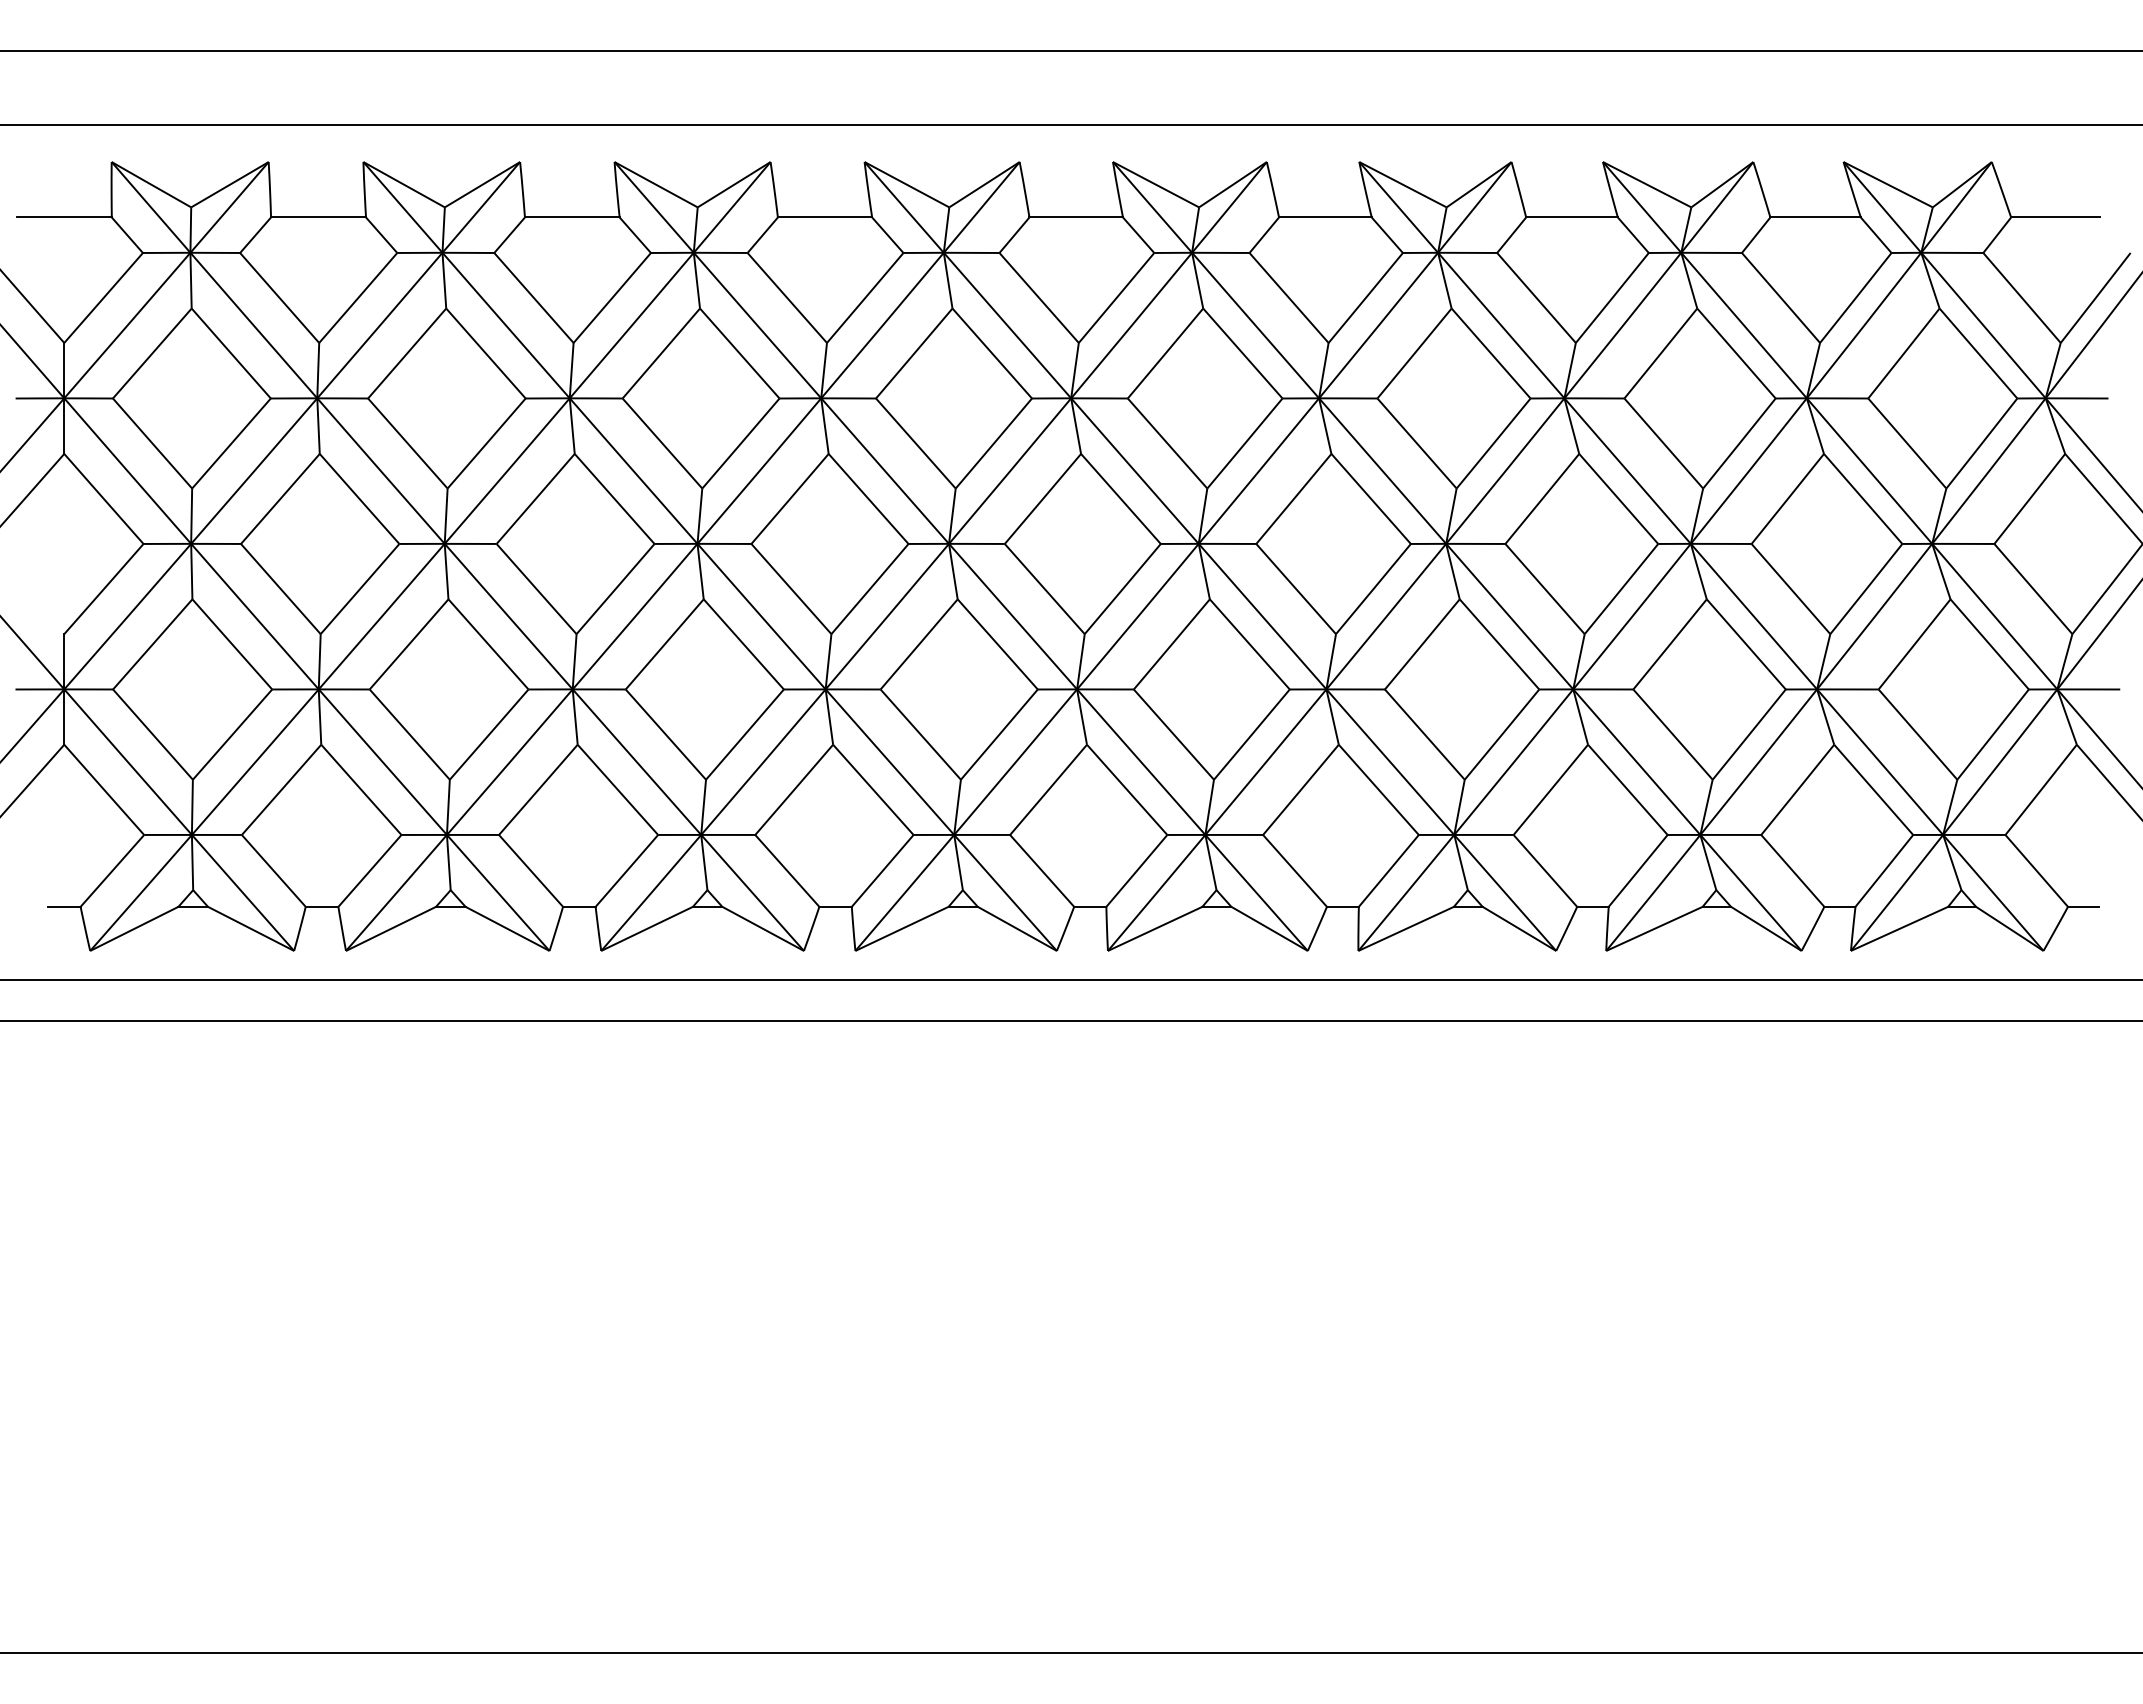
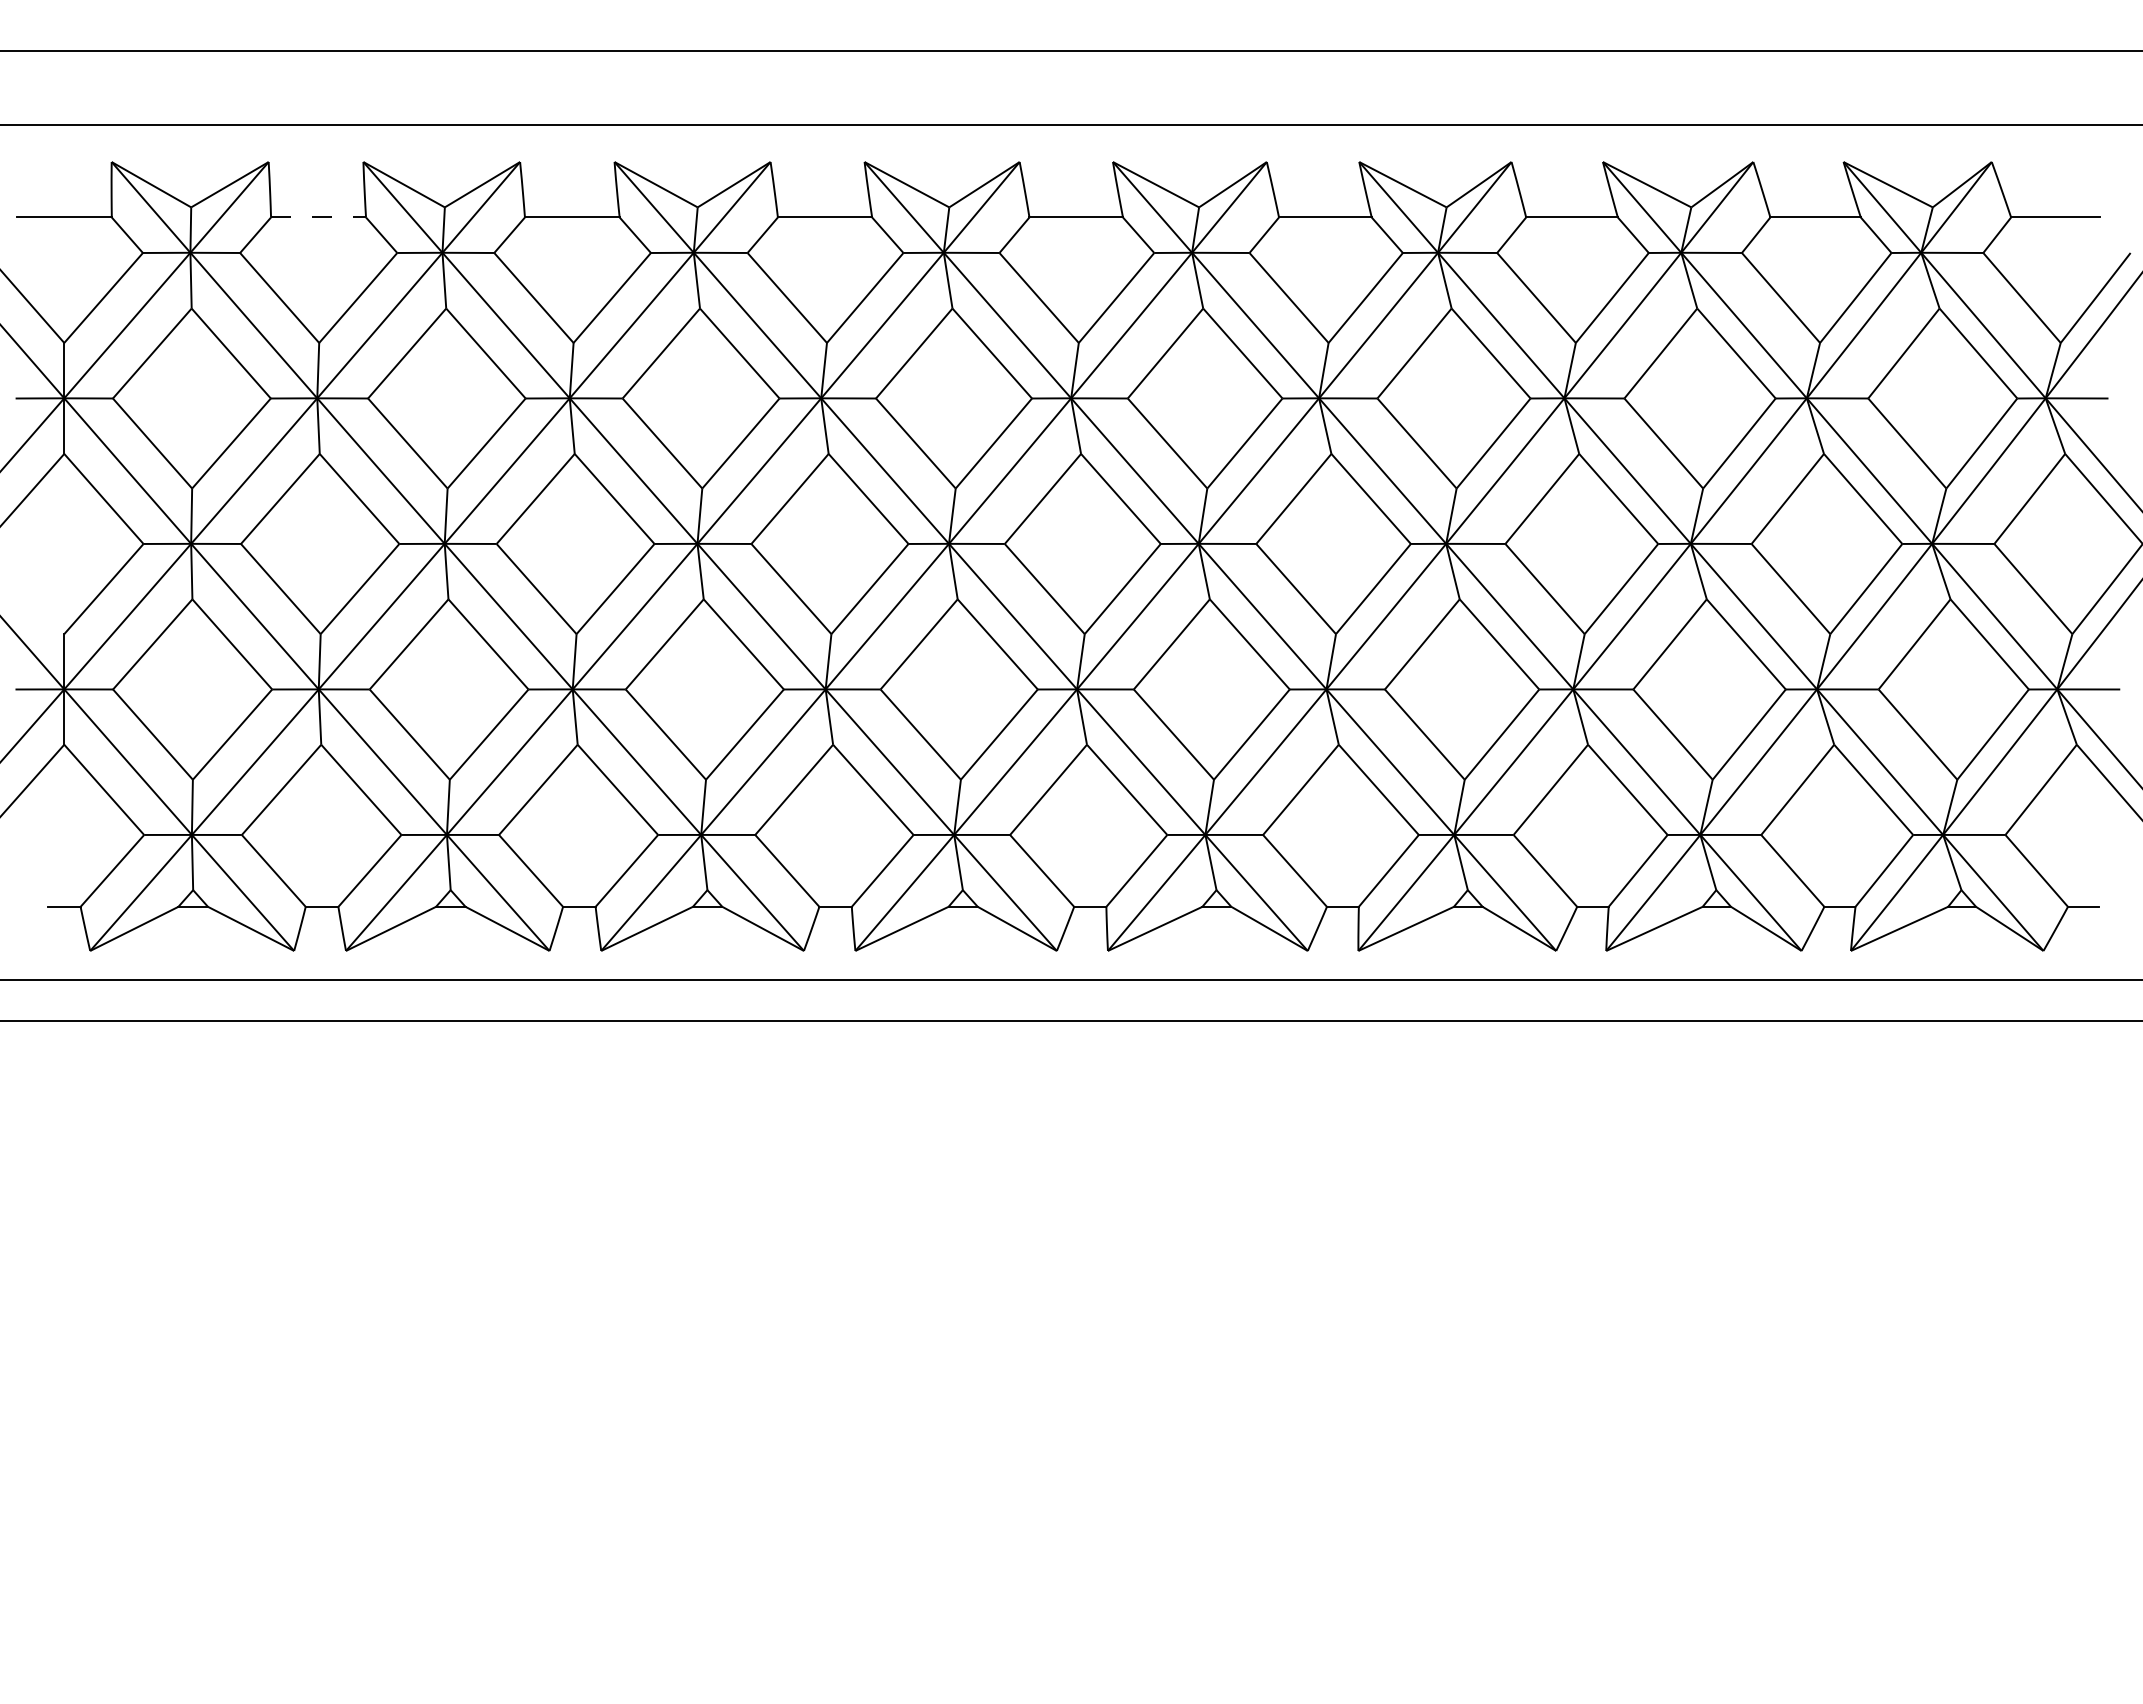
line at (319, 217): solid -> dashed
line at (1070, 1652): present -> none
